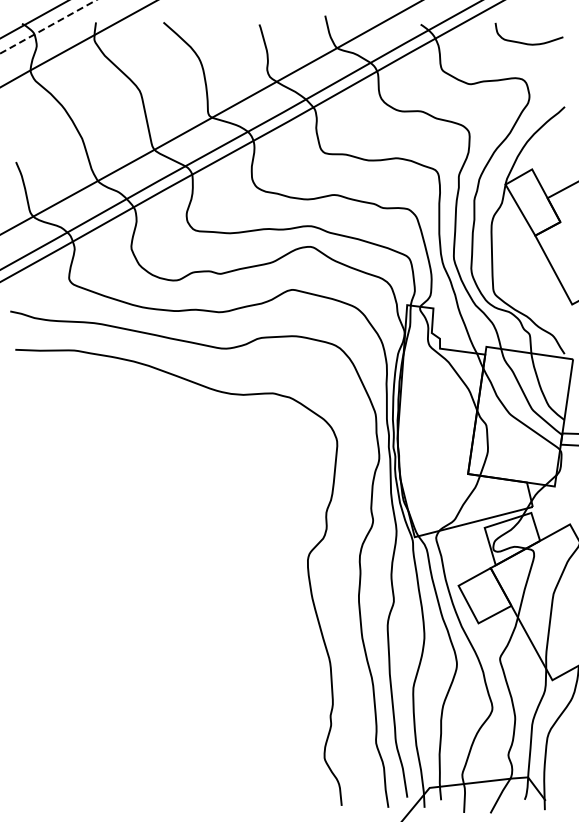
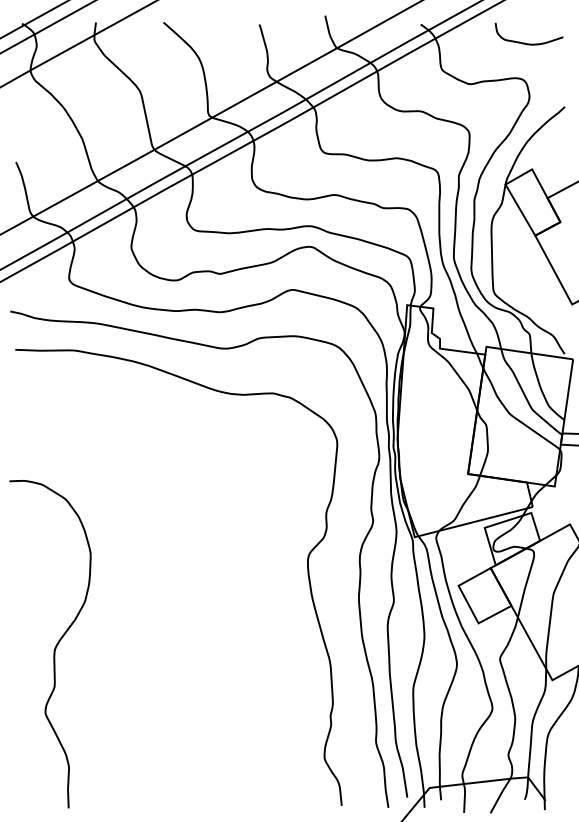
line at (48, 26): dashed -> solid
curve at (54, 647): none -> present
